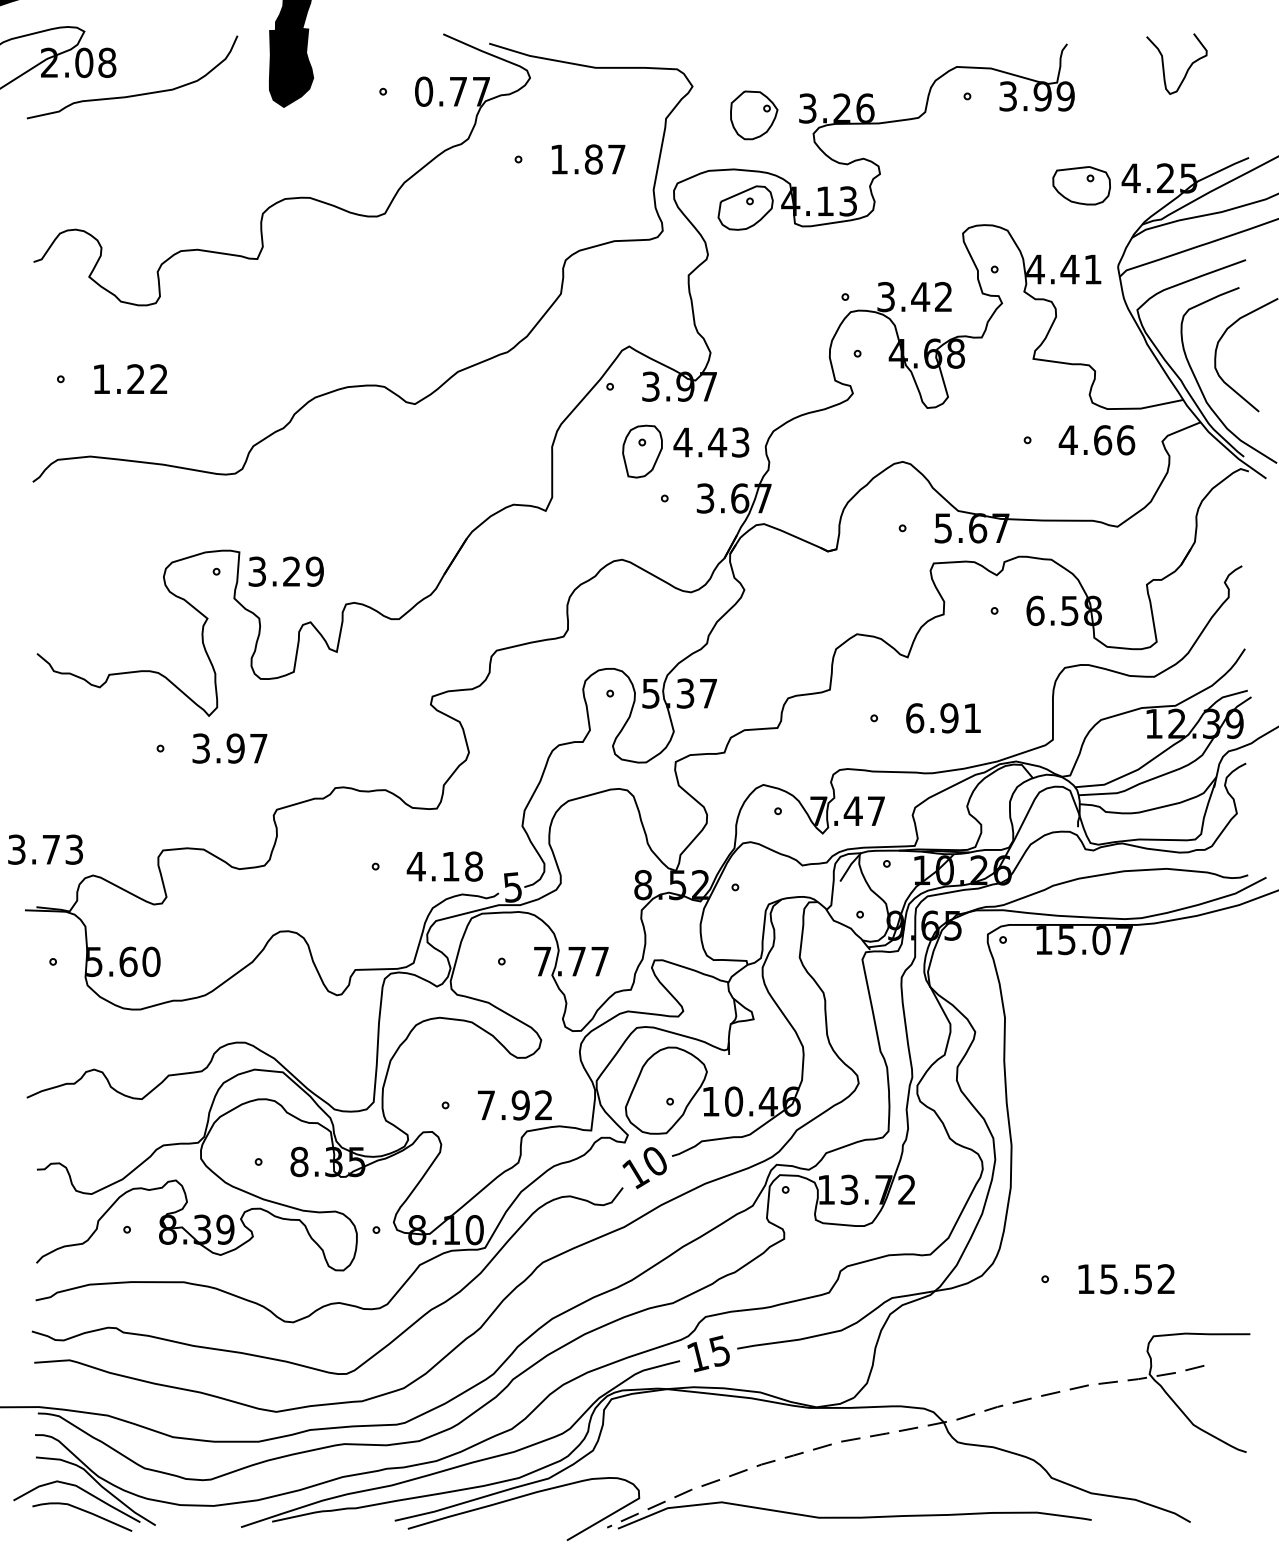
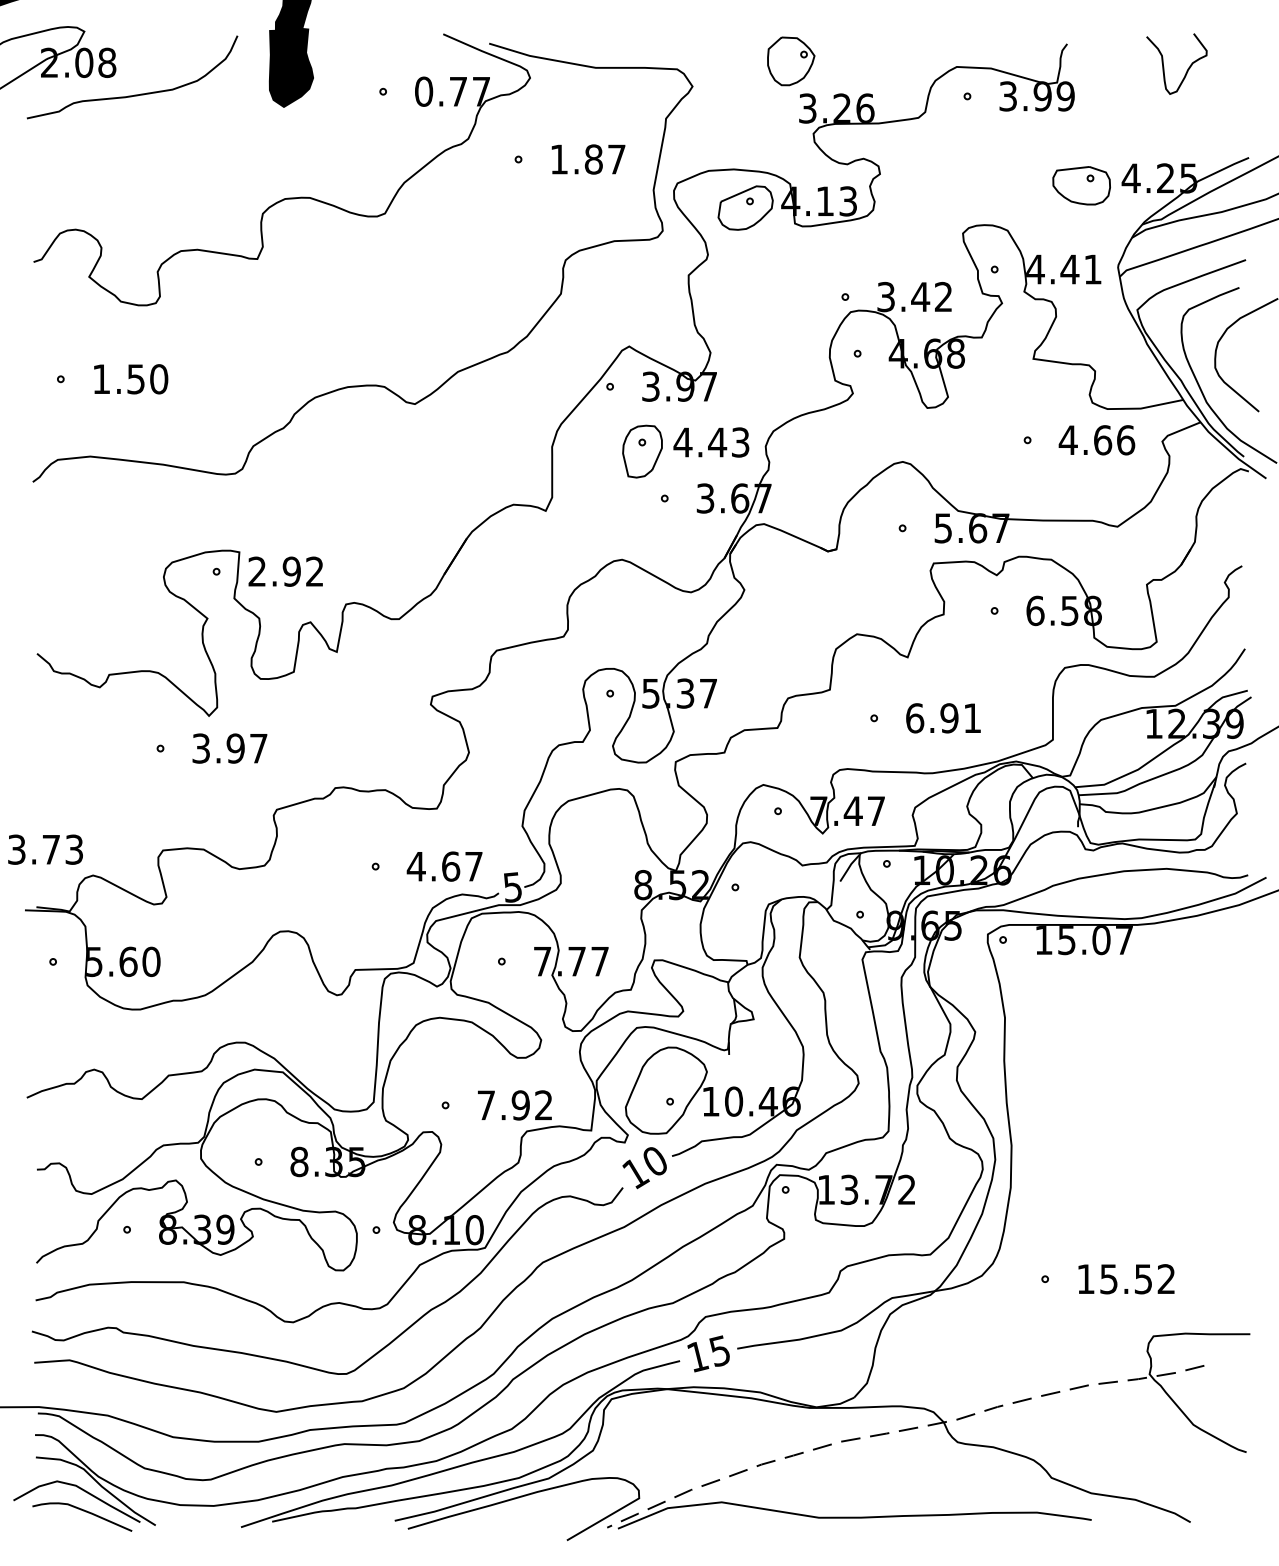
part at (754, 115) position: (754, 115) -> (791, 61)
text at (147, 379): 1.22 -> 1.50
text at (285, 571): 3.29 -> 2.92
text at (462, 866): 4.18 -> 4.67
